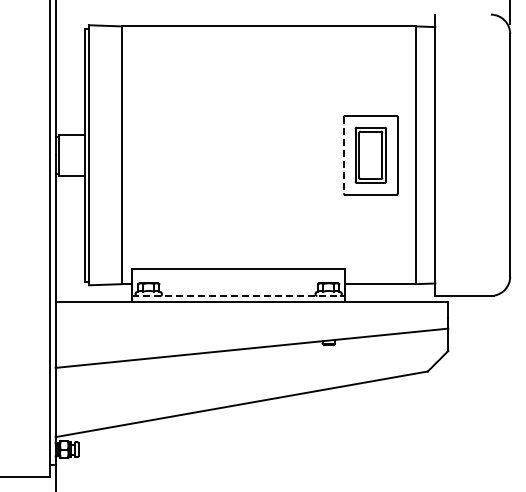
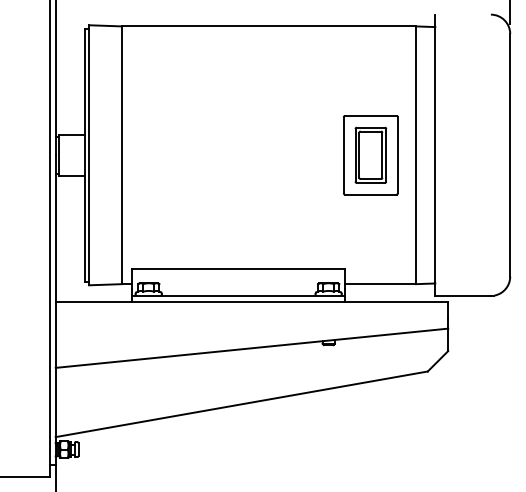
line at (343, 155): dashed -> solid
line at (239, 296): dashed -> solid
